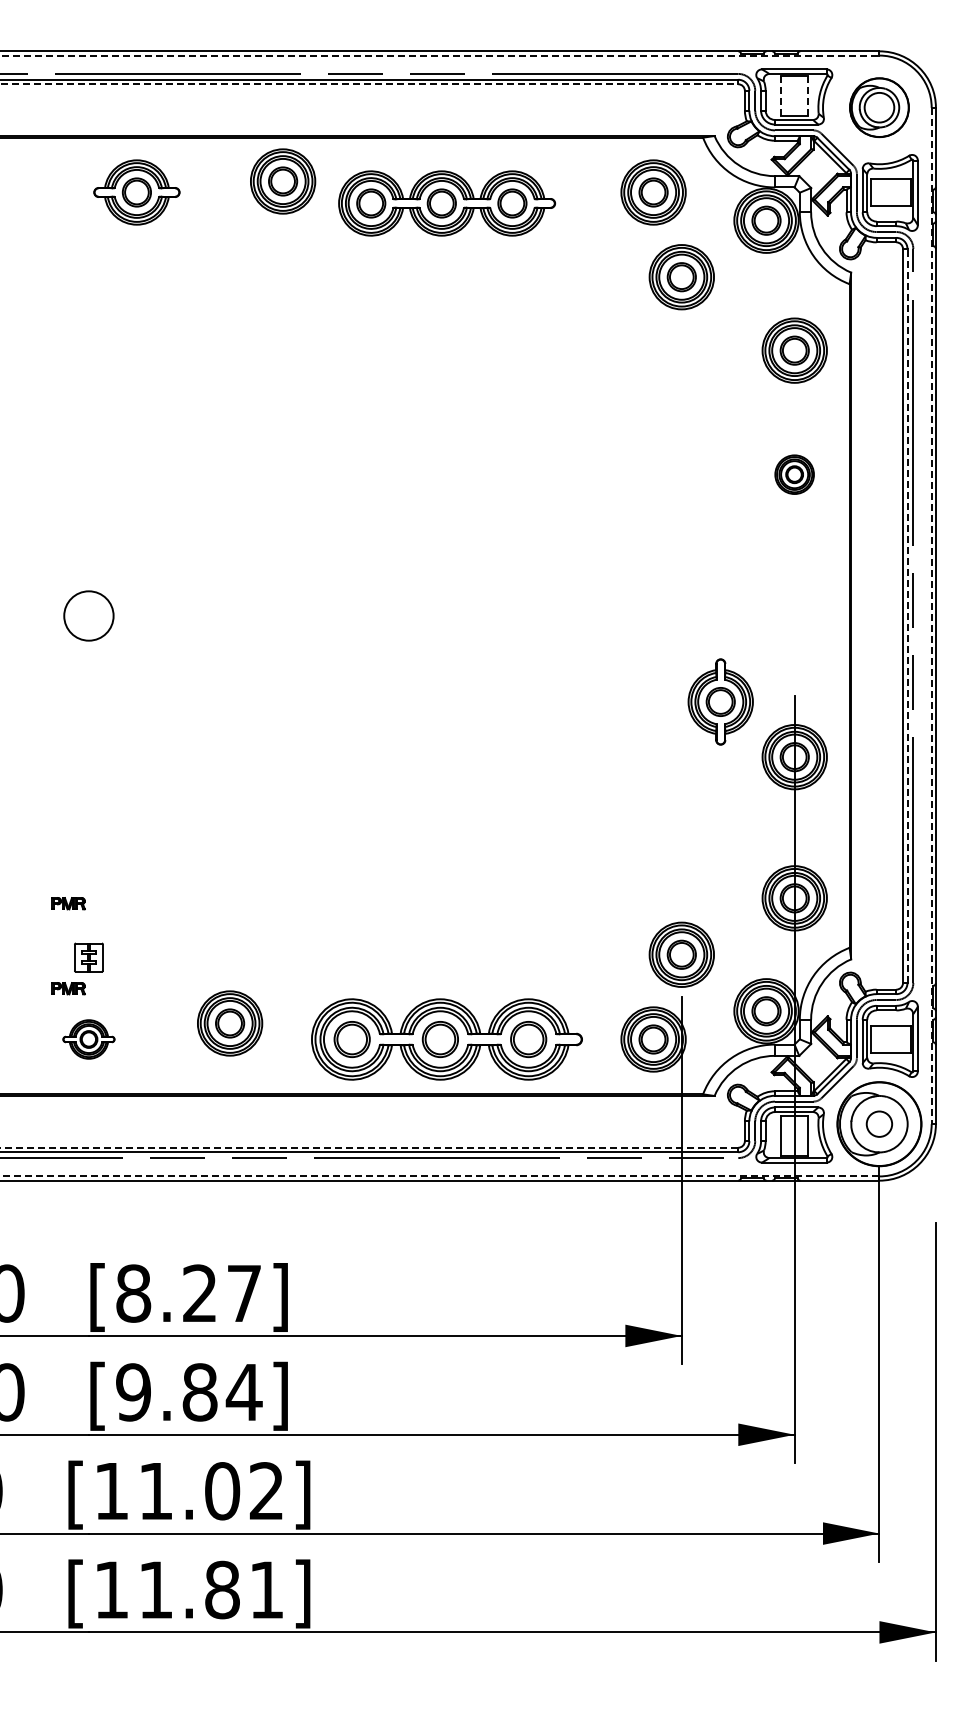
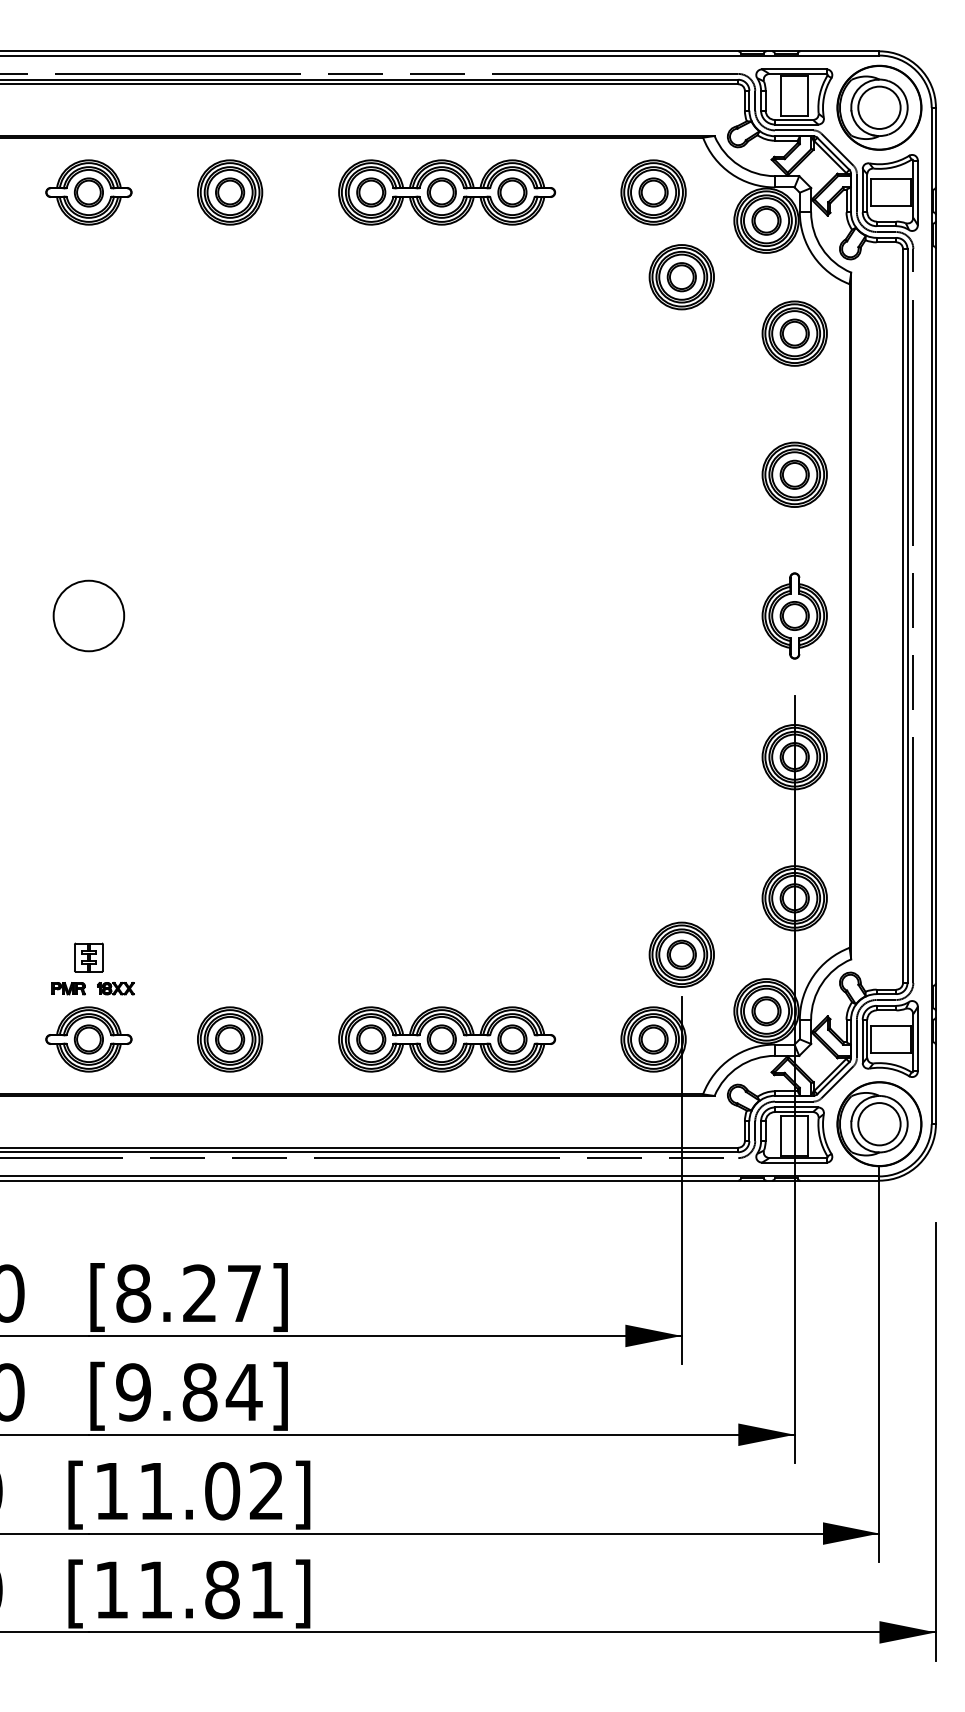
line at (440, 55): dashed -> solid
line at (369, 84): dashed -> solid
line at (781, 95): dashed -> solid
line at (807, 95): dashed -> solid
part at (879, 107) size: 61x61 px -> 87x87 px
part at (283, 181) position: (283, 181) -> (230, 192)
part at (136, 192) position: (136, 192) -> (88, 192)
part at (447, 203) position: (447, 203) -> (447, 192)
part at (794, 350) position: (794, 350) -> (794, 333)
part at (794, 474) size: 41x41 px -> 67x67 px
circle at (88, 615) diameter: 49 px -> 71 px
line at (907, 615): dashed -> solid
line at (931, 616): dashed -> solid
part at (720, 701) position: (720, 701) -> (794, 615)
part at (68, 903): present -> none
part at (115, 988): none -> present
part at (230, 1023) position: (230, 1023) -> (230, 1039)
part at (88, 1039) size: 54x41 px -> 88x67 px
part at (446, 1039) size: 272x83 px -> 219x67 px
circle at (879, 1123) diameter: 25 px -> 42 px
line at (369, 1147): dashed -> solid
line at (439, 1176): dashed -> solid
